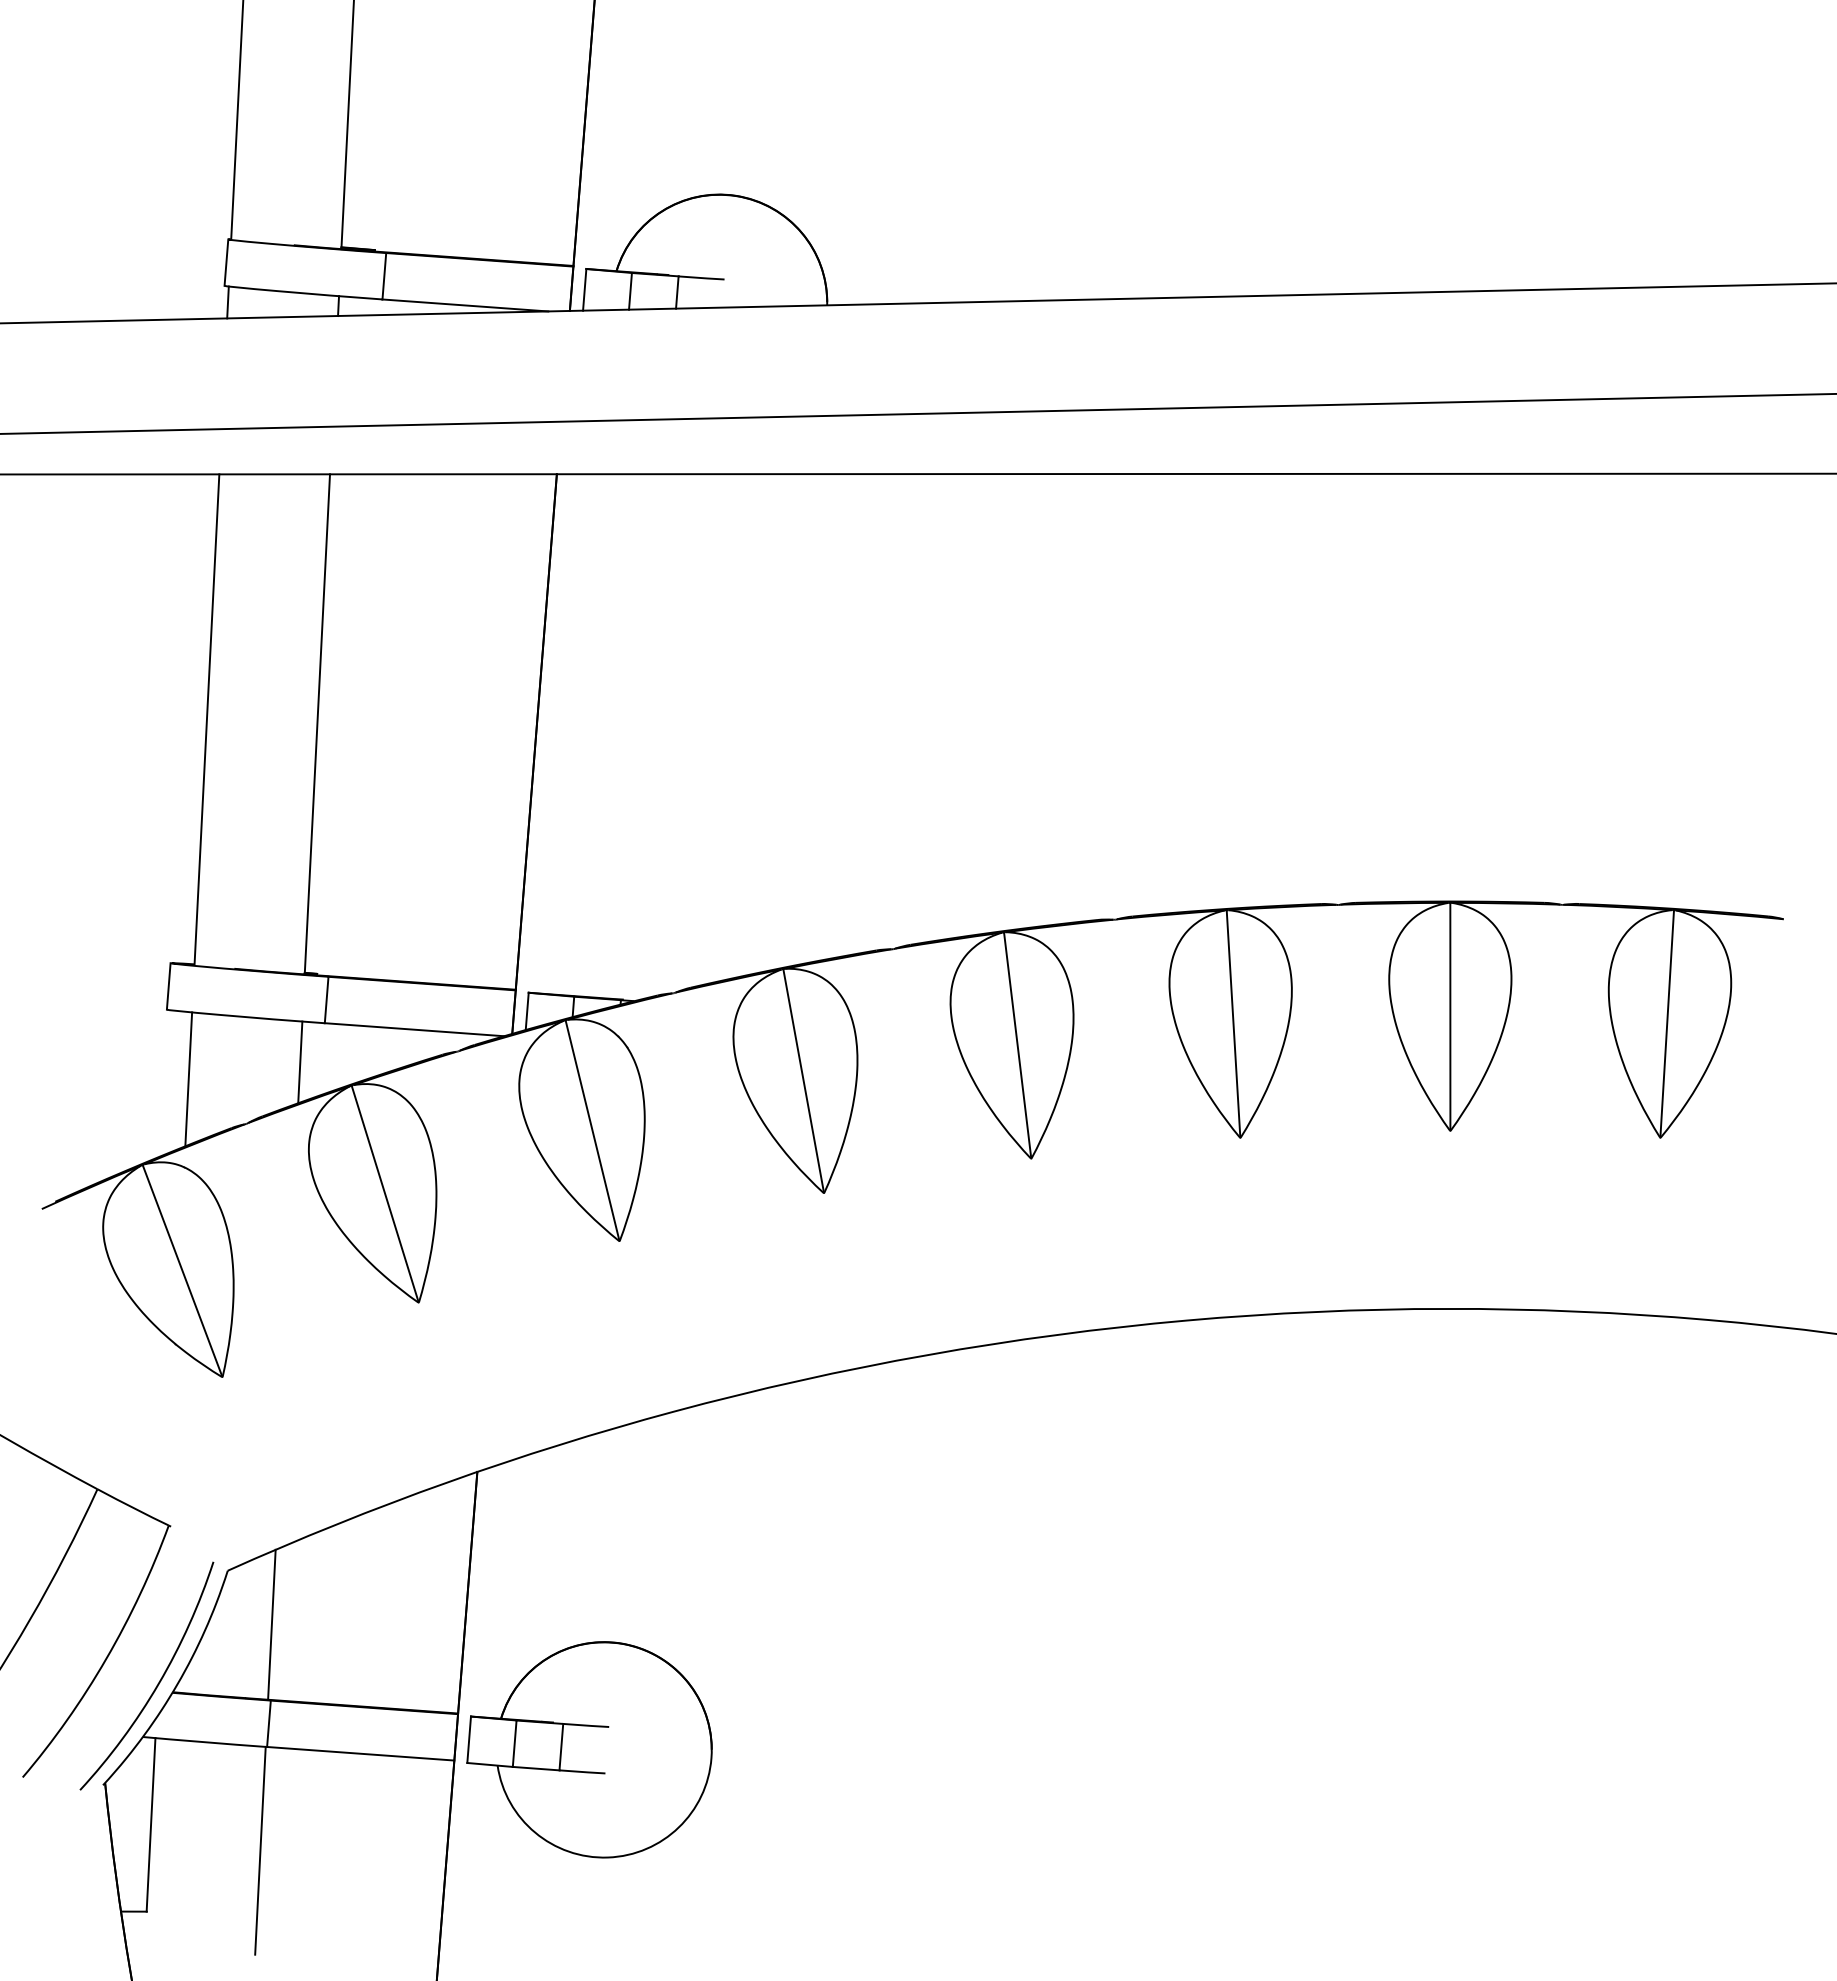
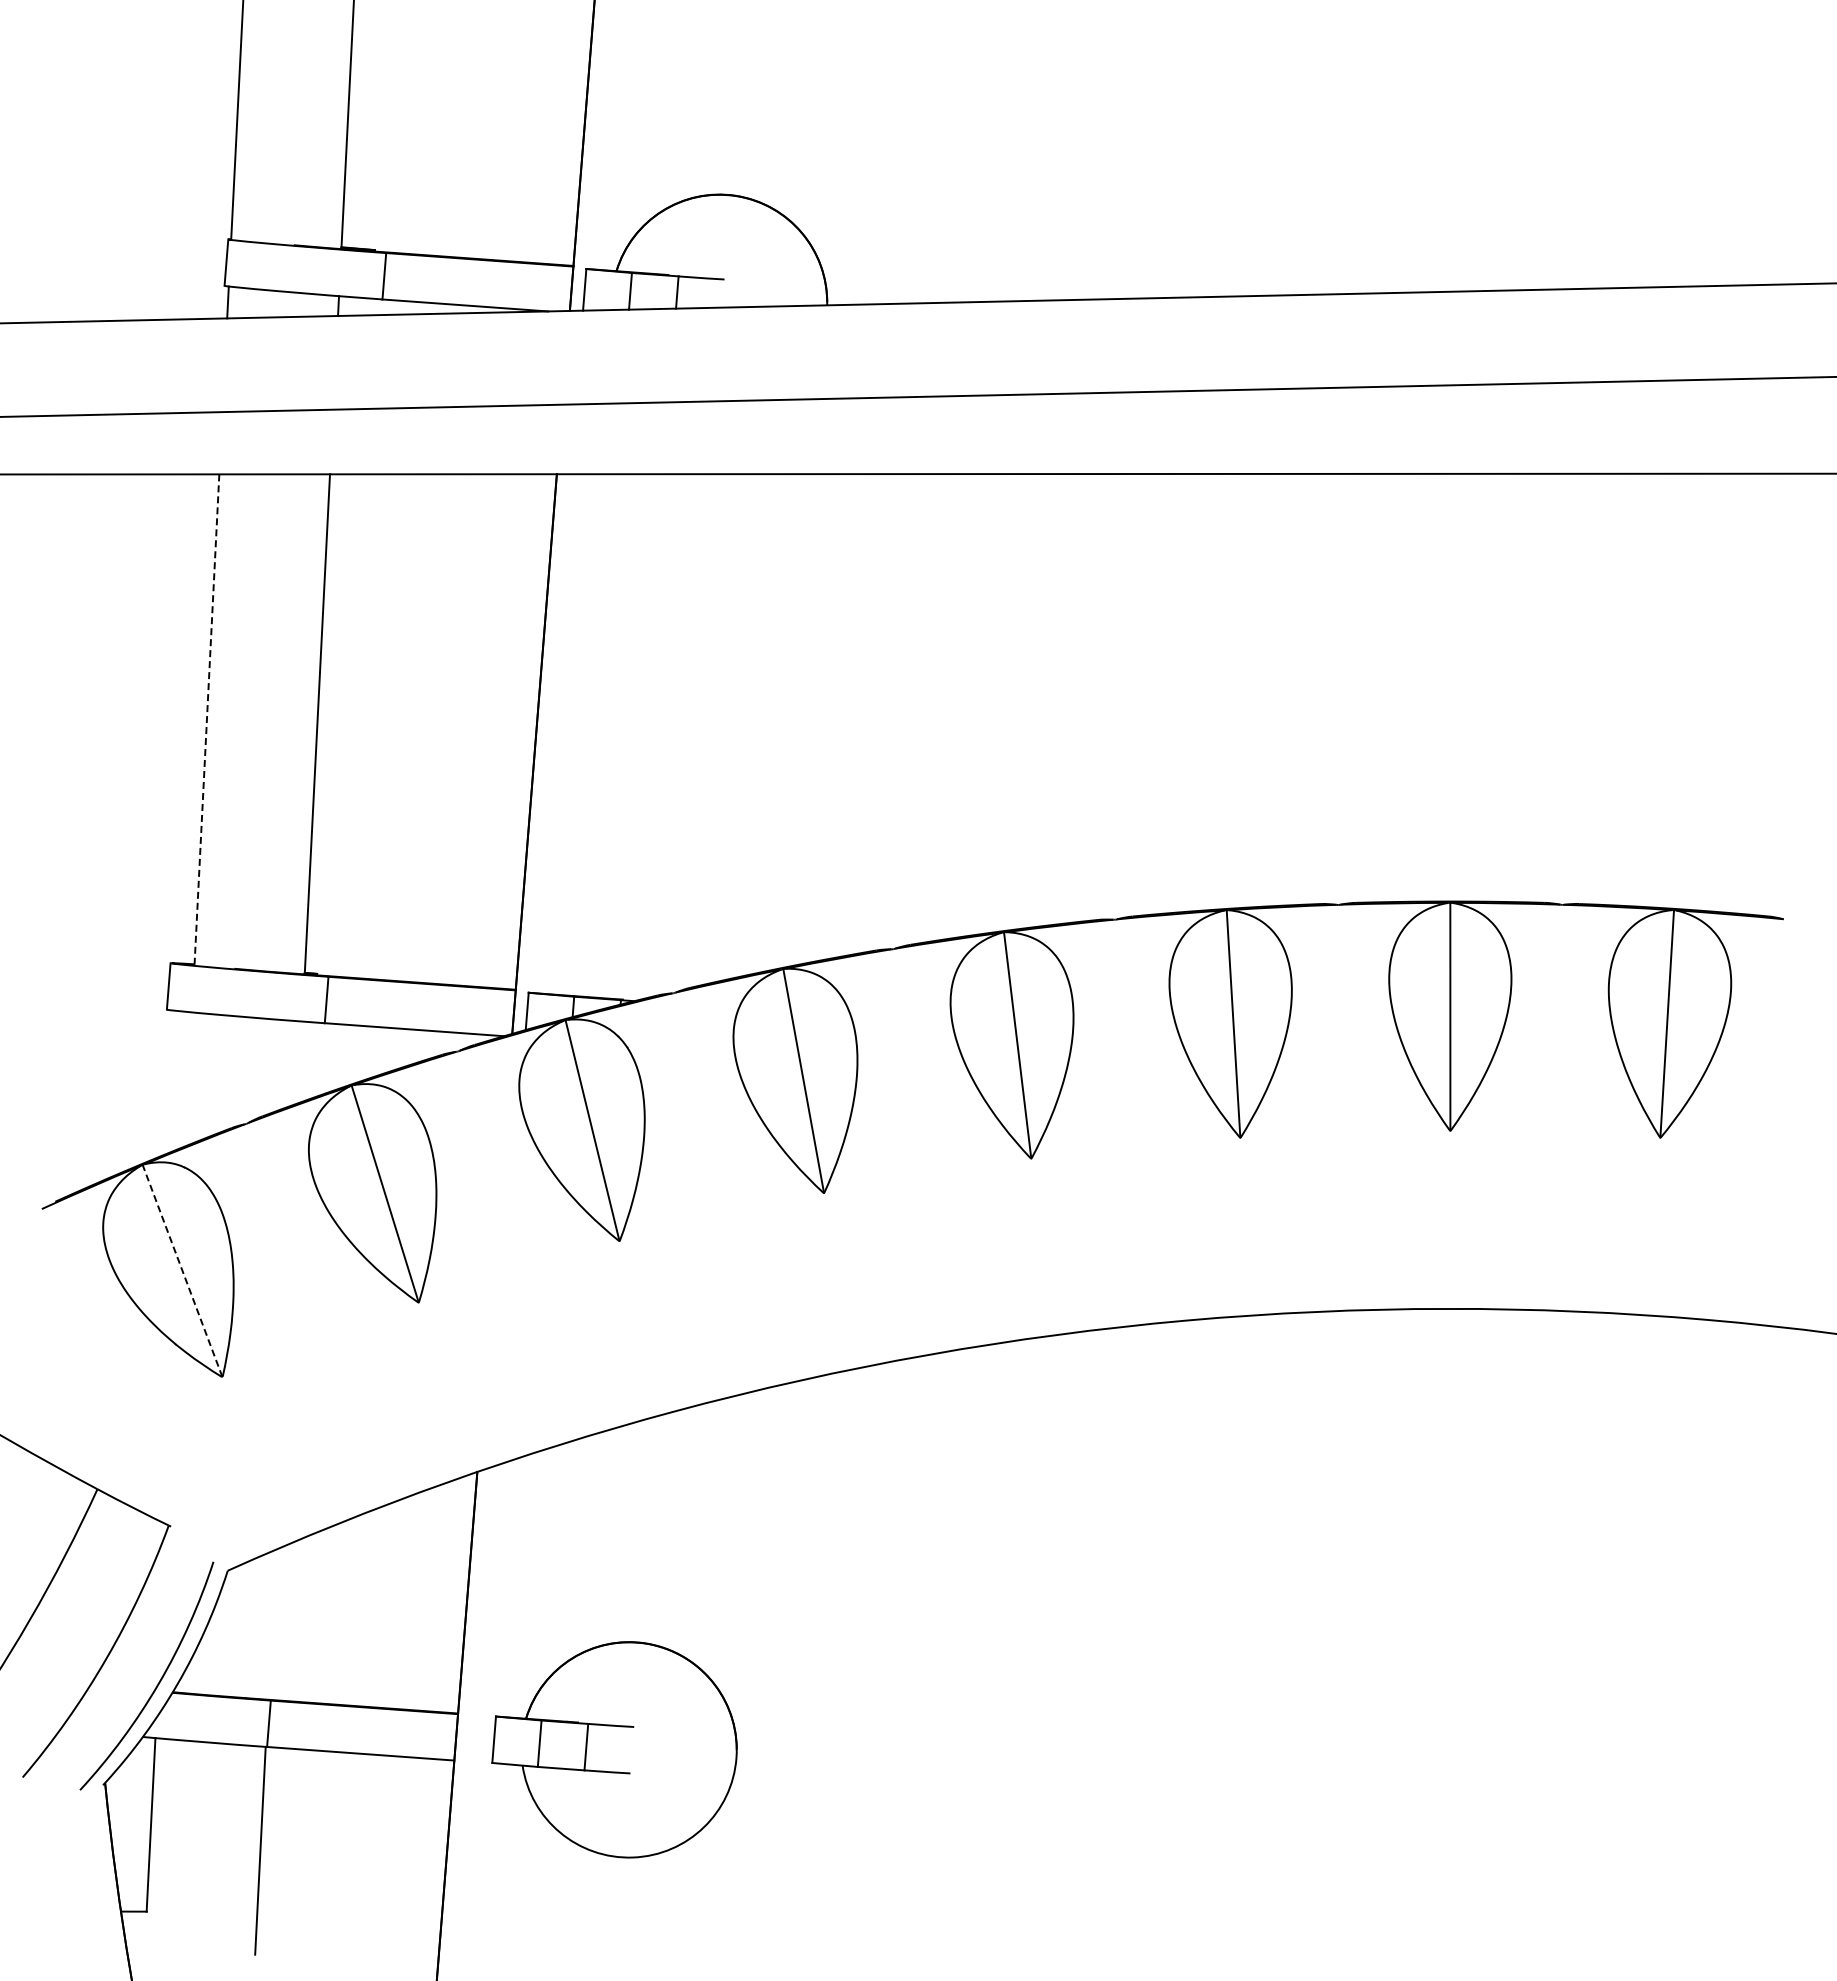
line at (917, 413) position: (917, 413) -> (917, 396)
line at (206, 719): solid -> dashed
line at (300, 1062): present -> none
line at (188, 1079): present -> none
line at (182, 1270): solid -> dashed
line at (271, 1624): present -> none
part at (589, 1749) position: (589, 1749) -> (614, 1749)
